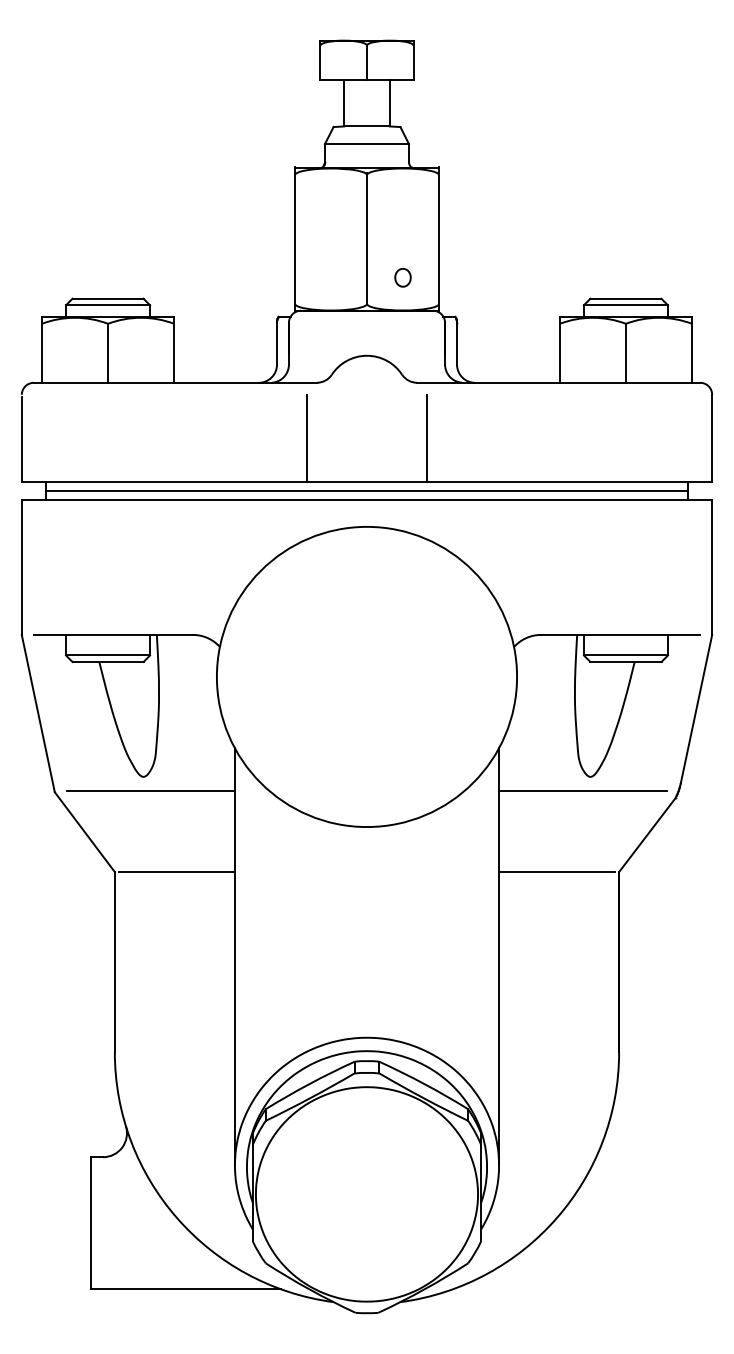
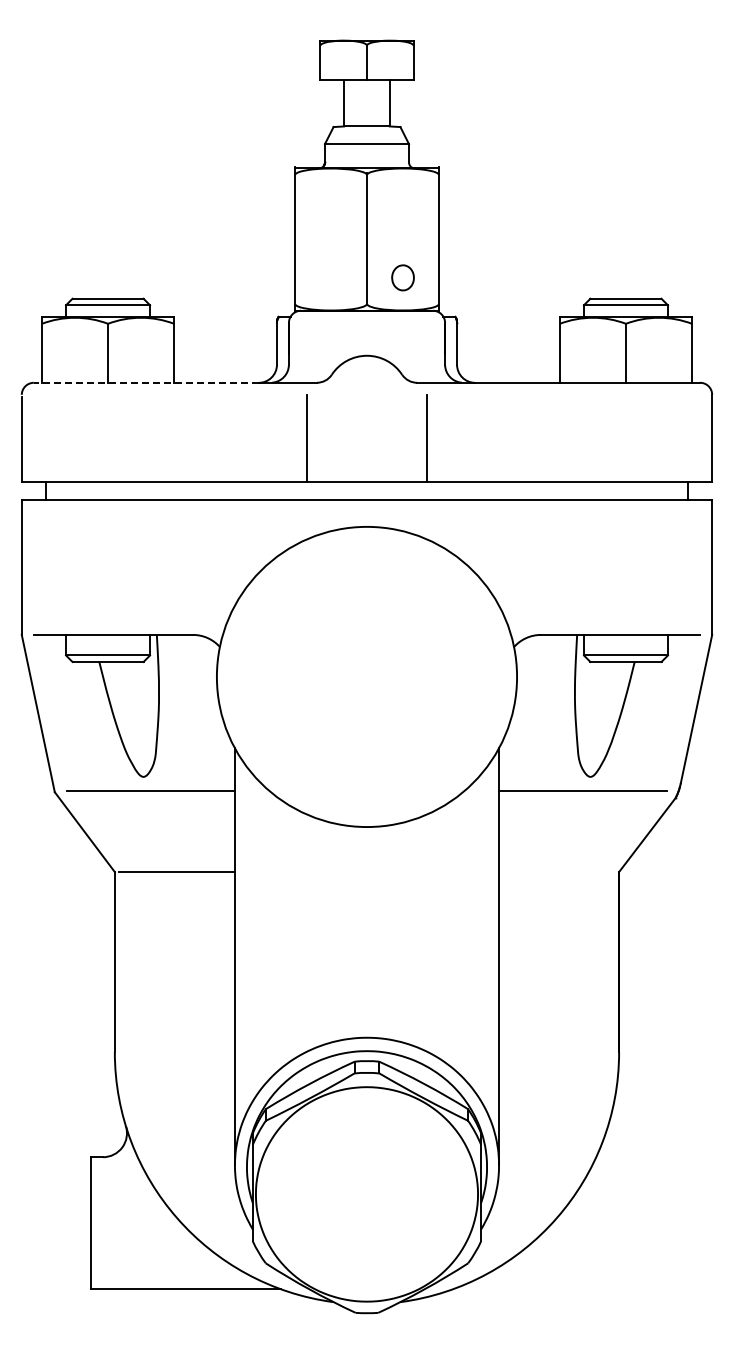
part at (402, 277) size: 18x21 px -> 24x28 px
line at (146, 382): solid -> dashed
line at (366, 490): present -> none
line at (556, 872): present -> none
